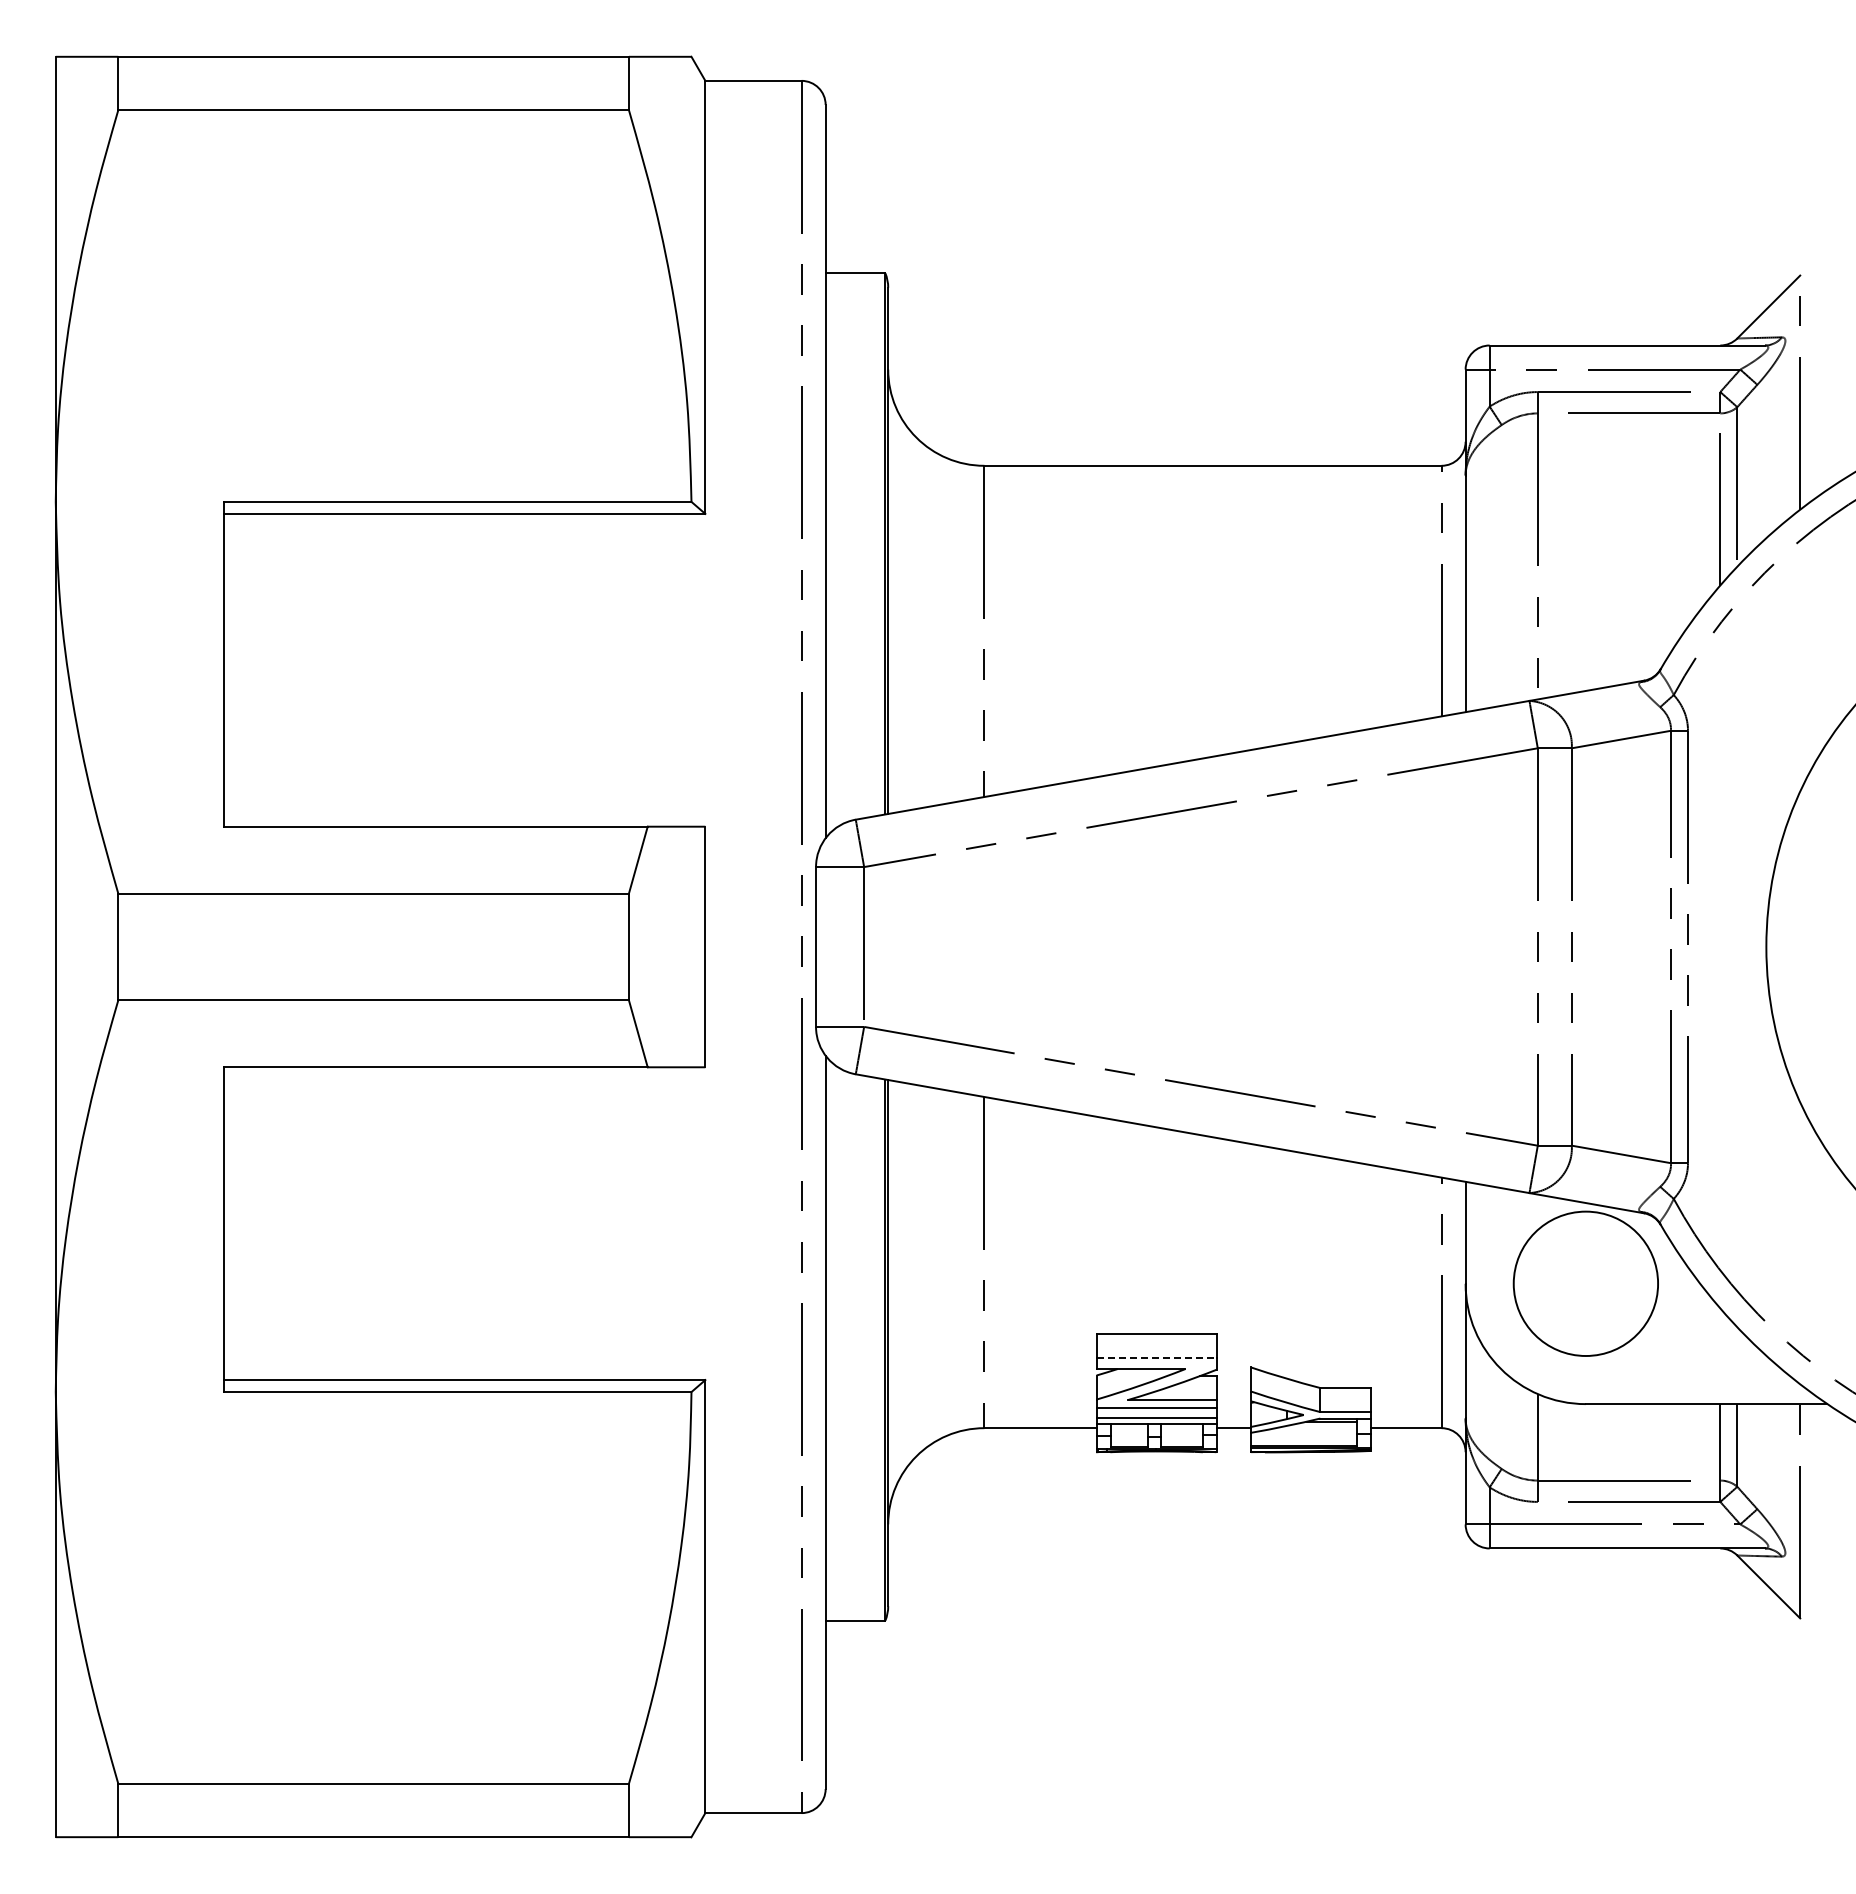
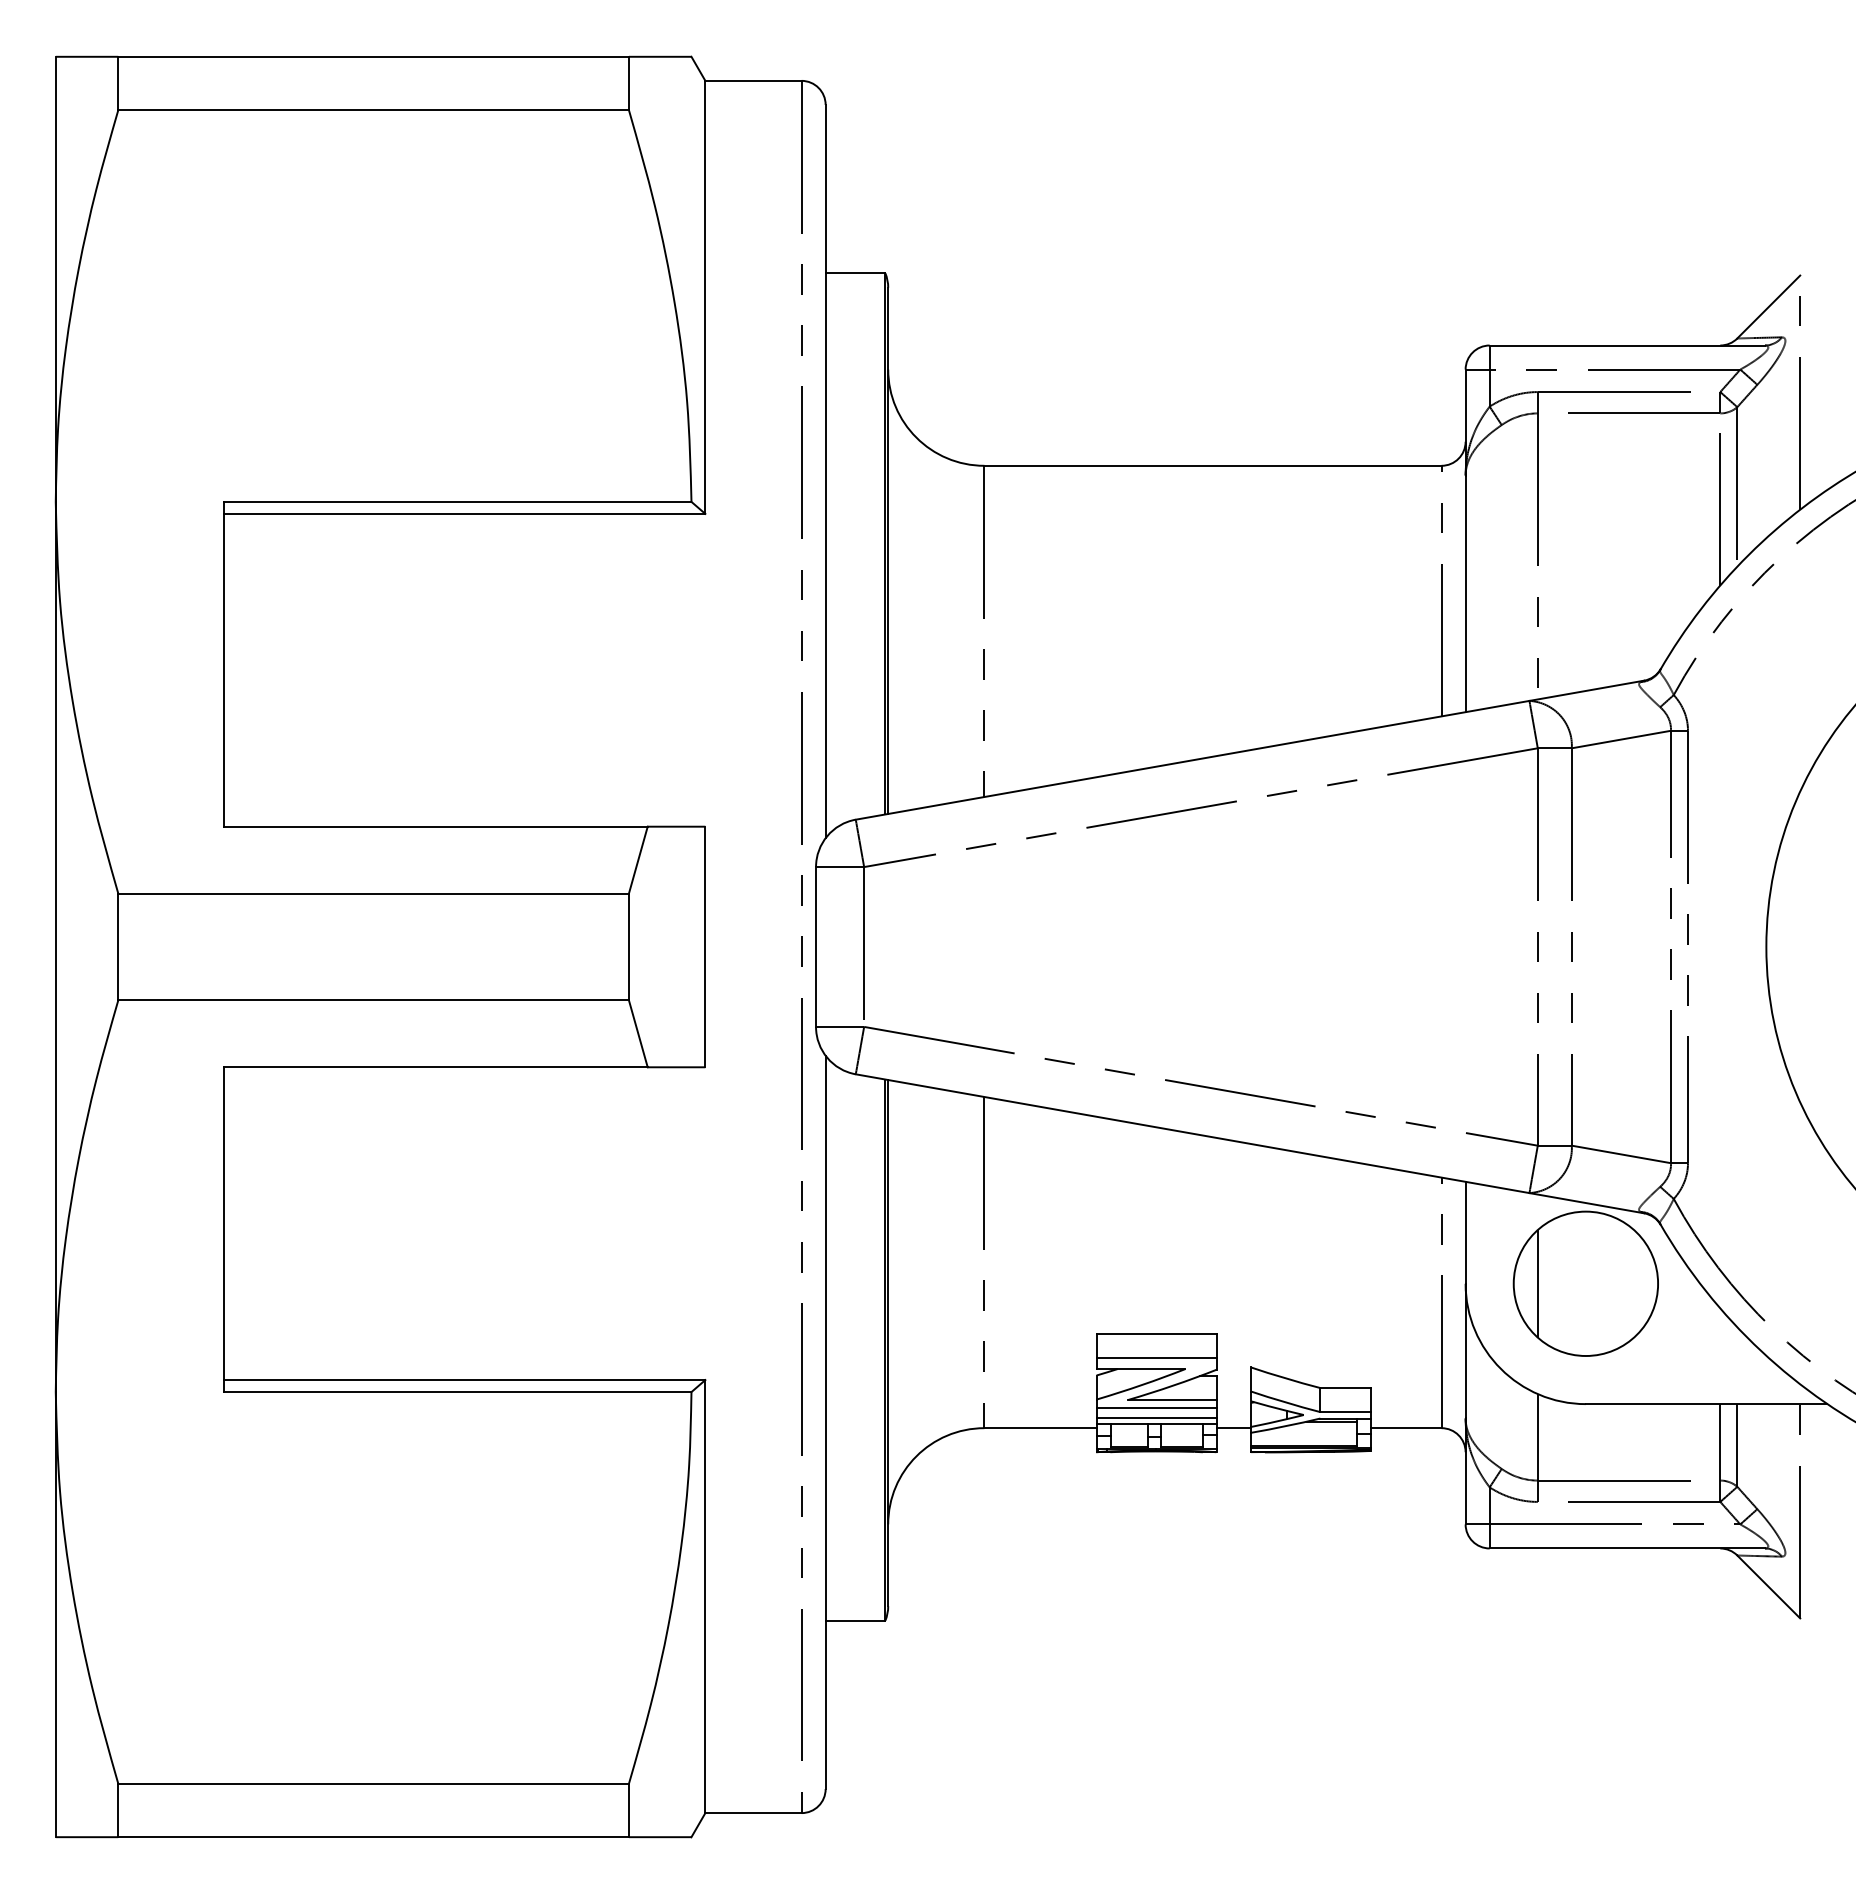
line at (1537, 1283): none -> present
line at (1157, 1358): dashed -> solid
